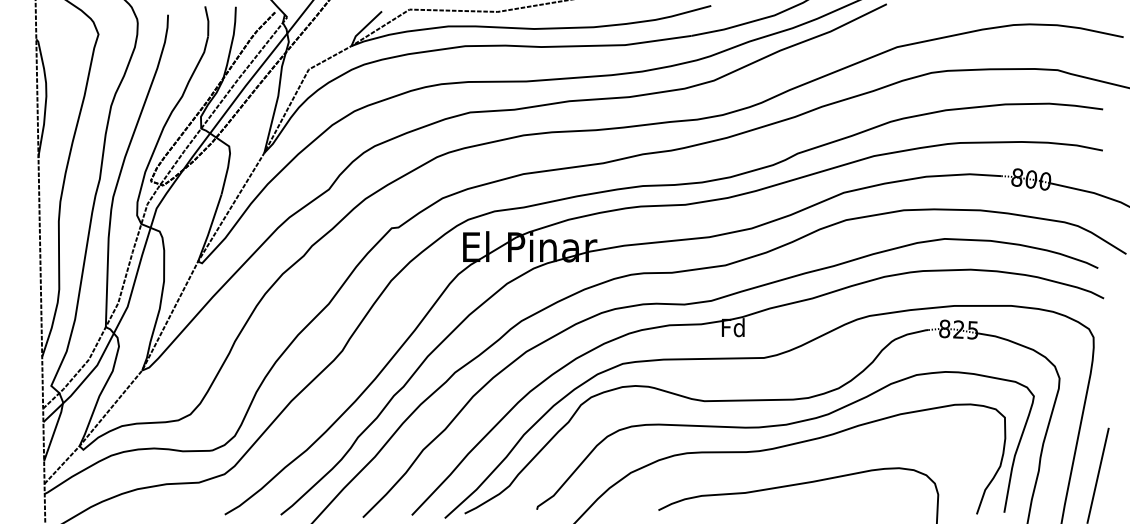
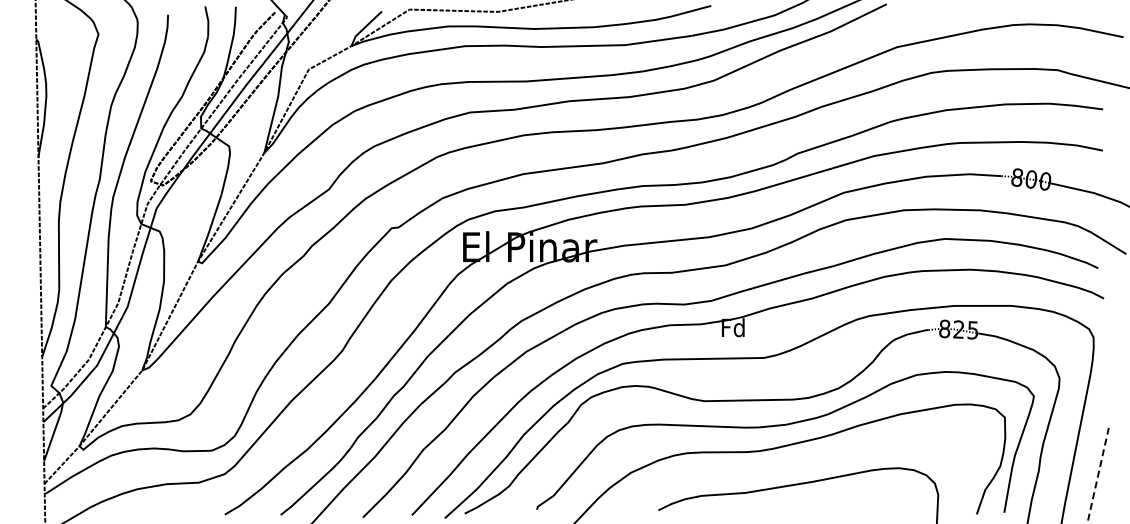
line at (1097, 476): solid -> dashed
